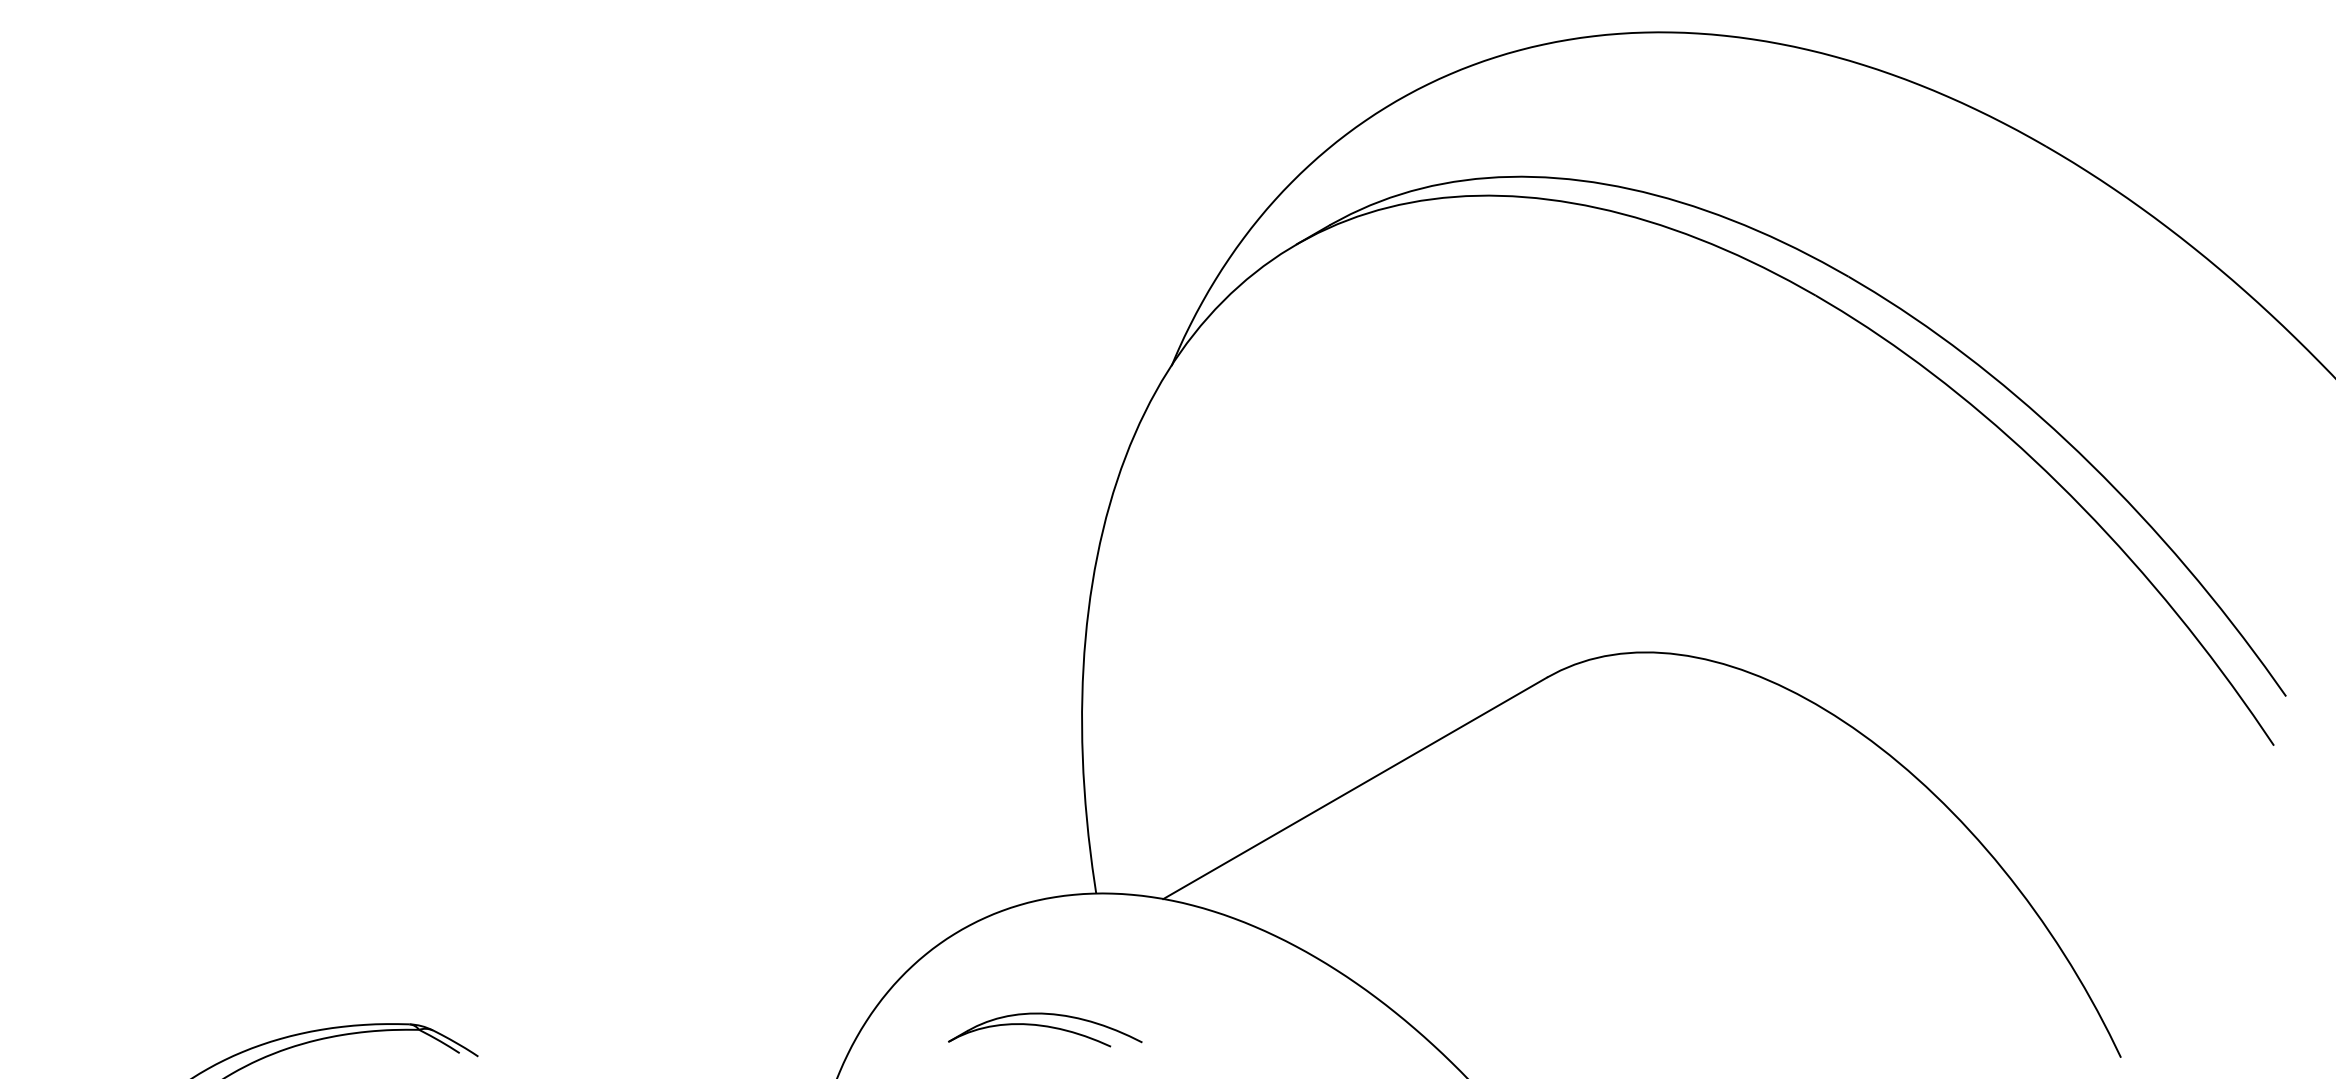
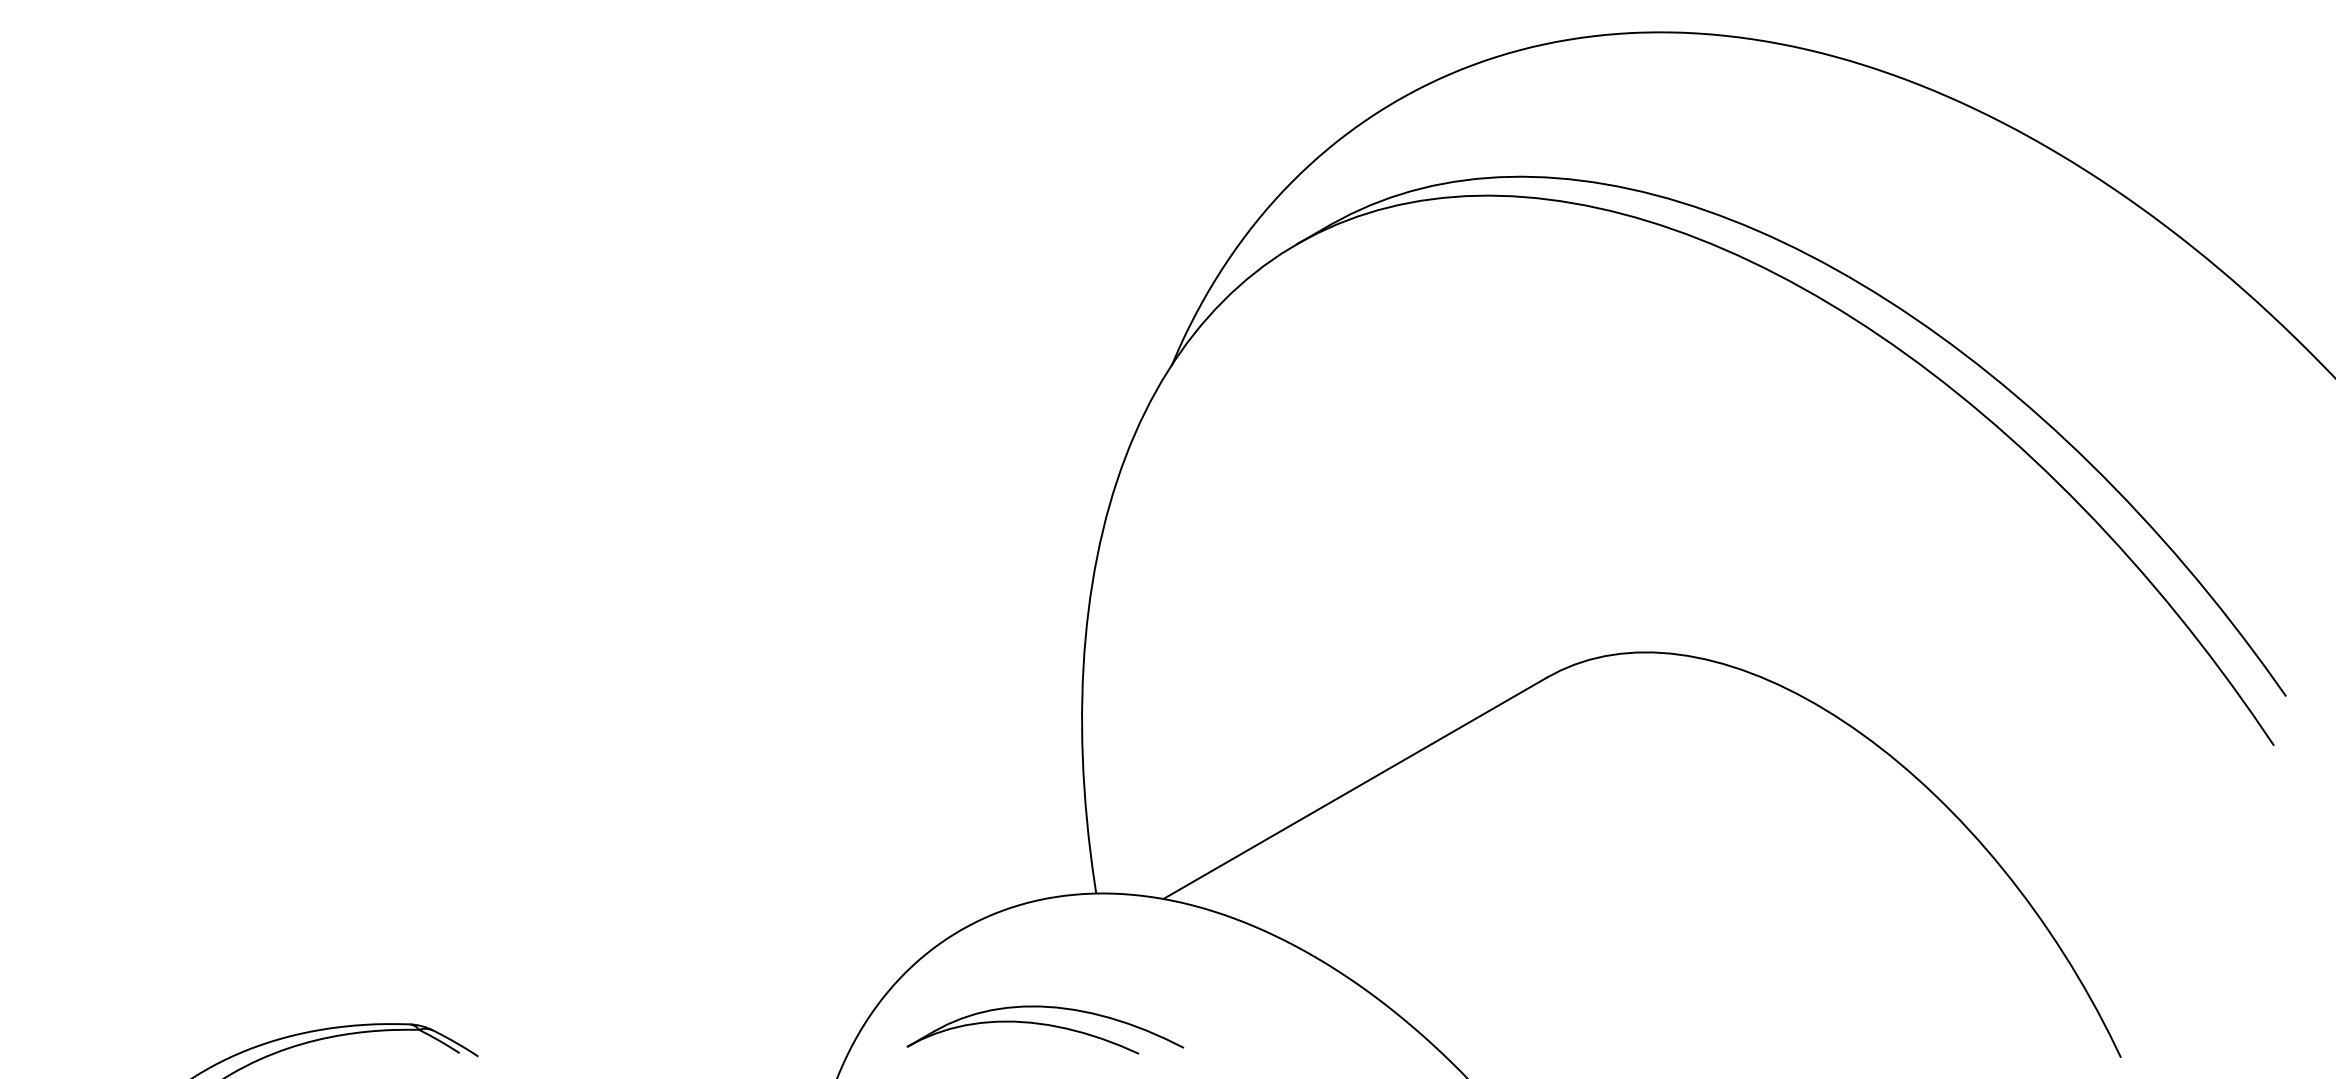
part at (1045, 1029) size: 195x36 px -> 279x50 px
